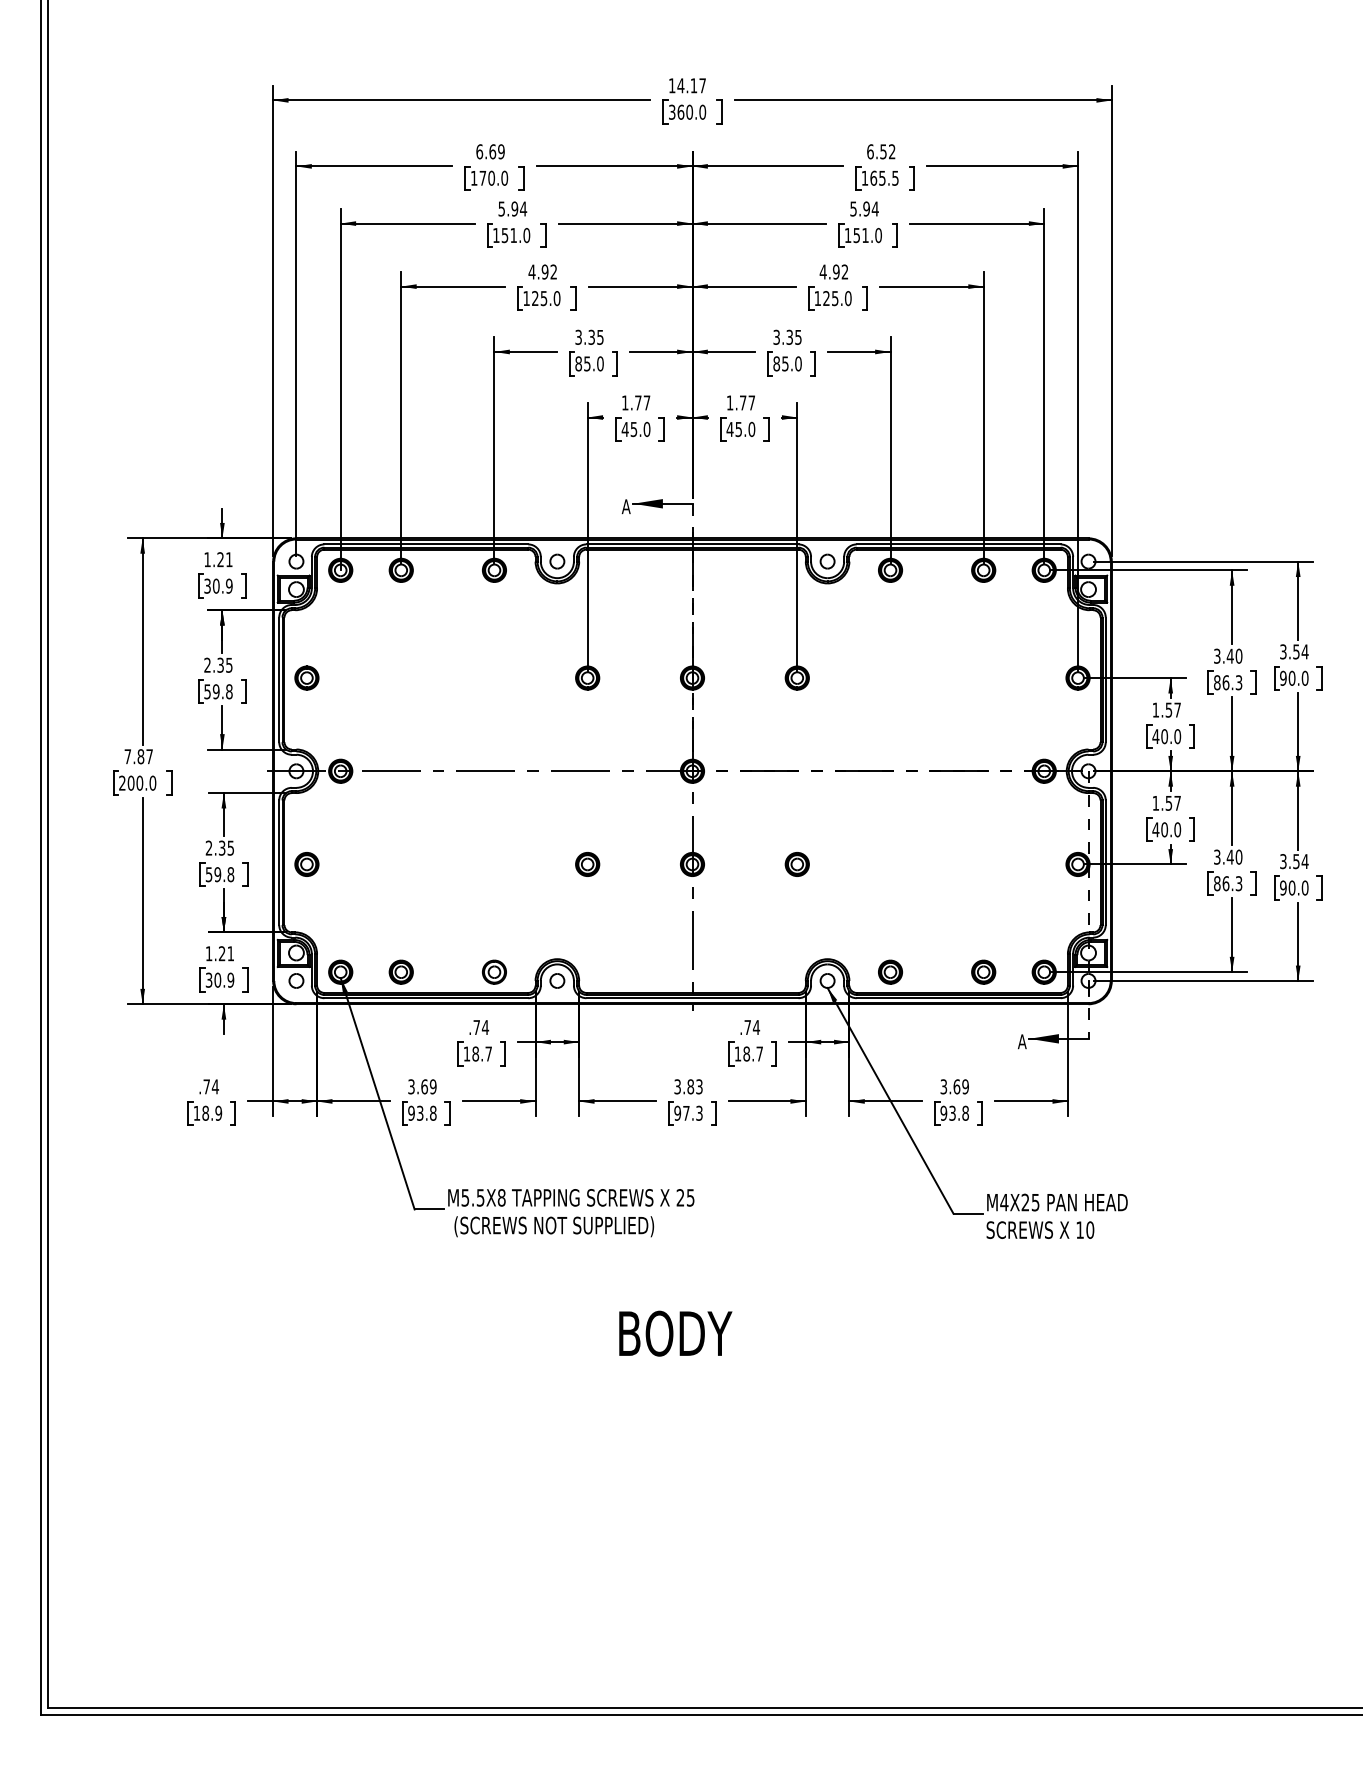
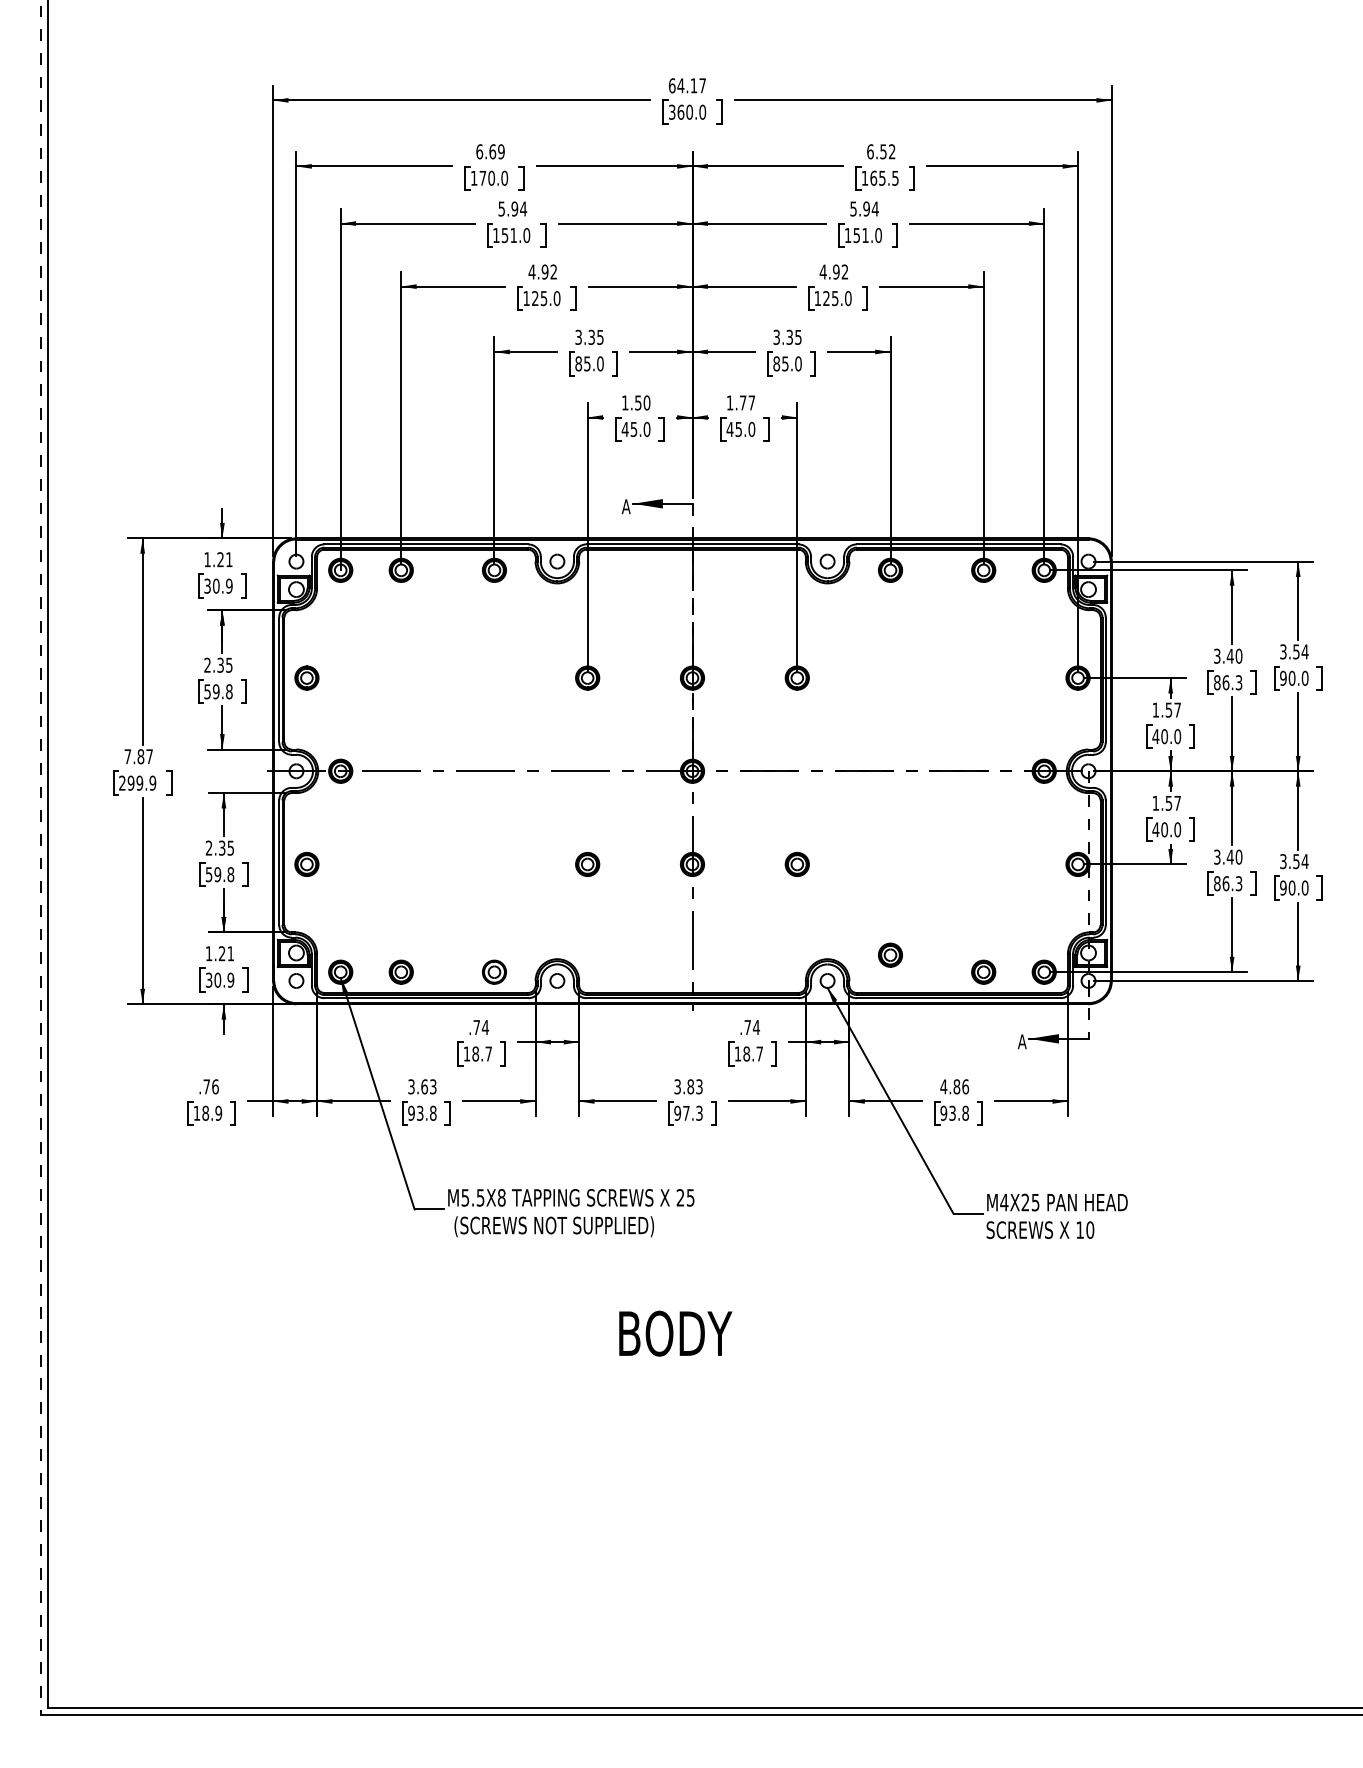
text at (671, 85): 14.17 -> 64.17
text at (642, 402): 1.77 -> 1.50
text at (141, 783): 200.0 -> 299.9
line at (40, 858): solid -> dashed
part at (890, 971) position: (890, 971) -> (890, 954)
text at (214, 1086): .74 -> .76
text at (432, 1086): 3.69 -> 3.63
text at (954, 1086): 3.69 -> 4.86
